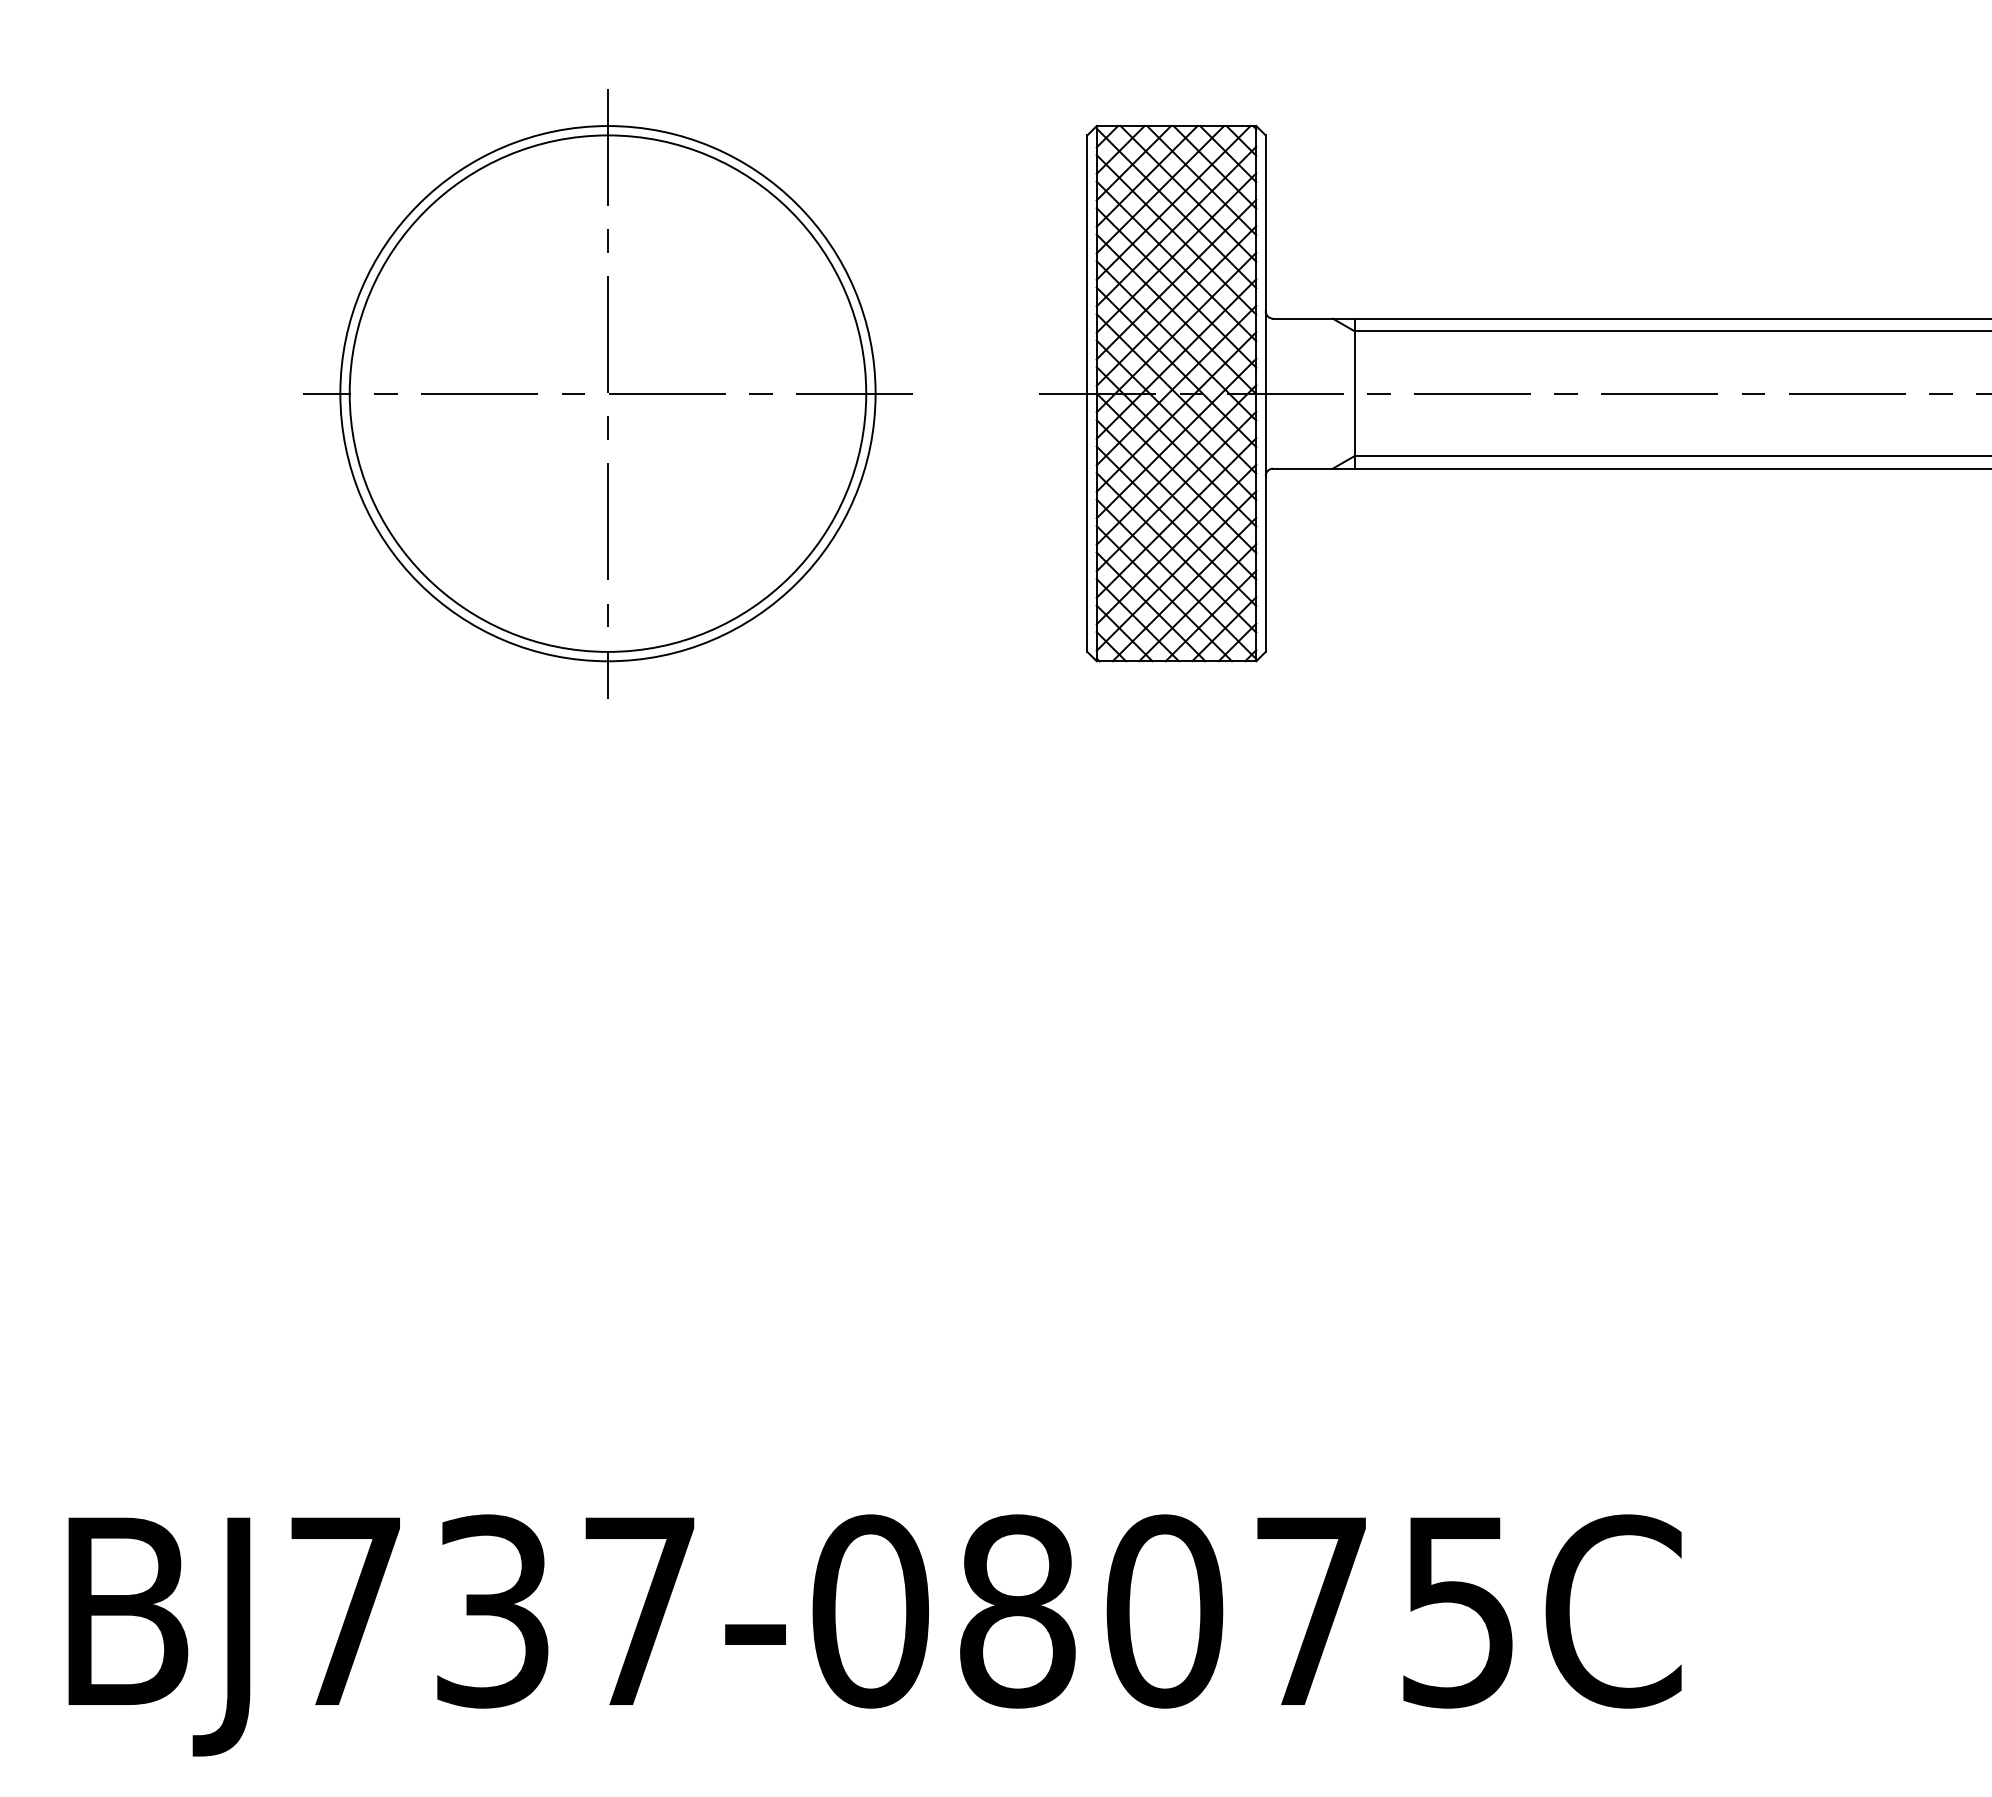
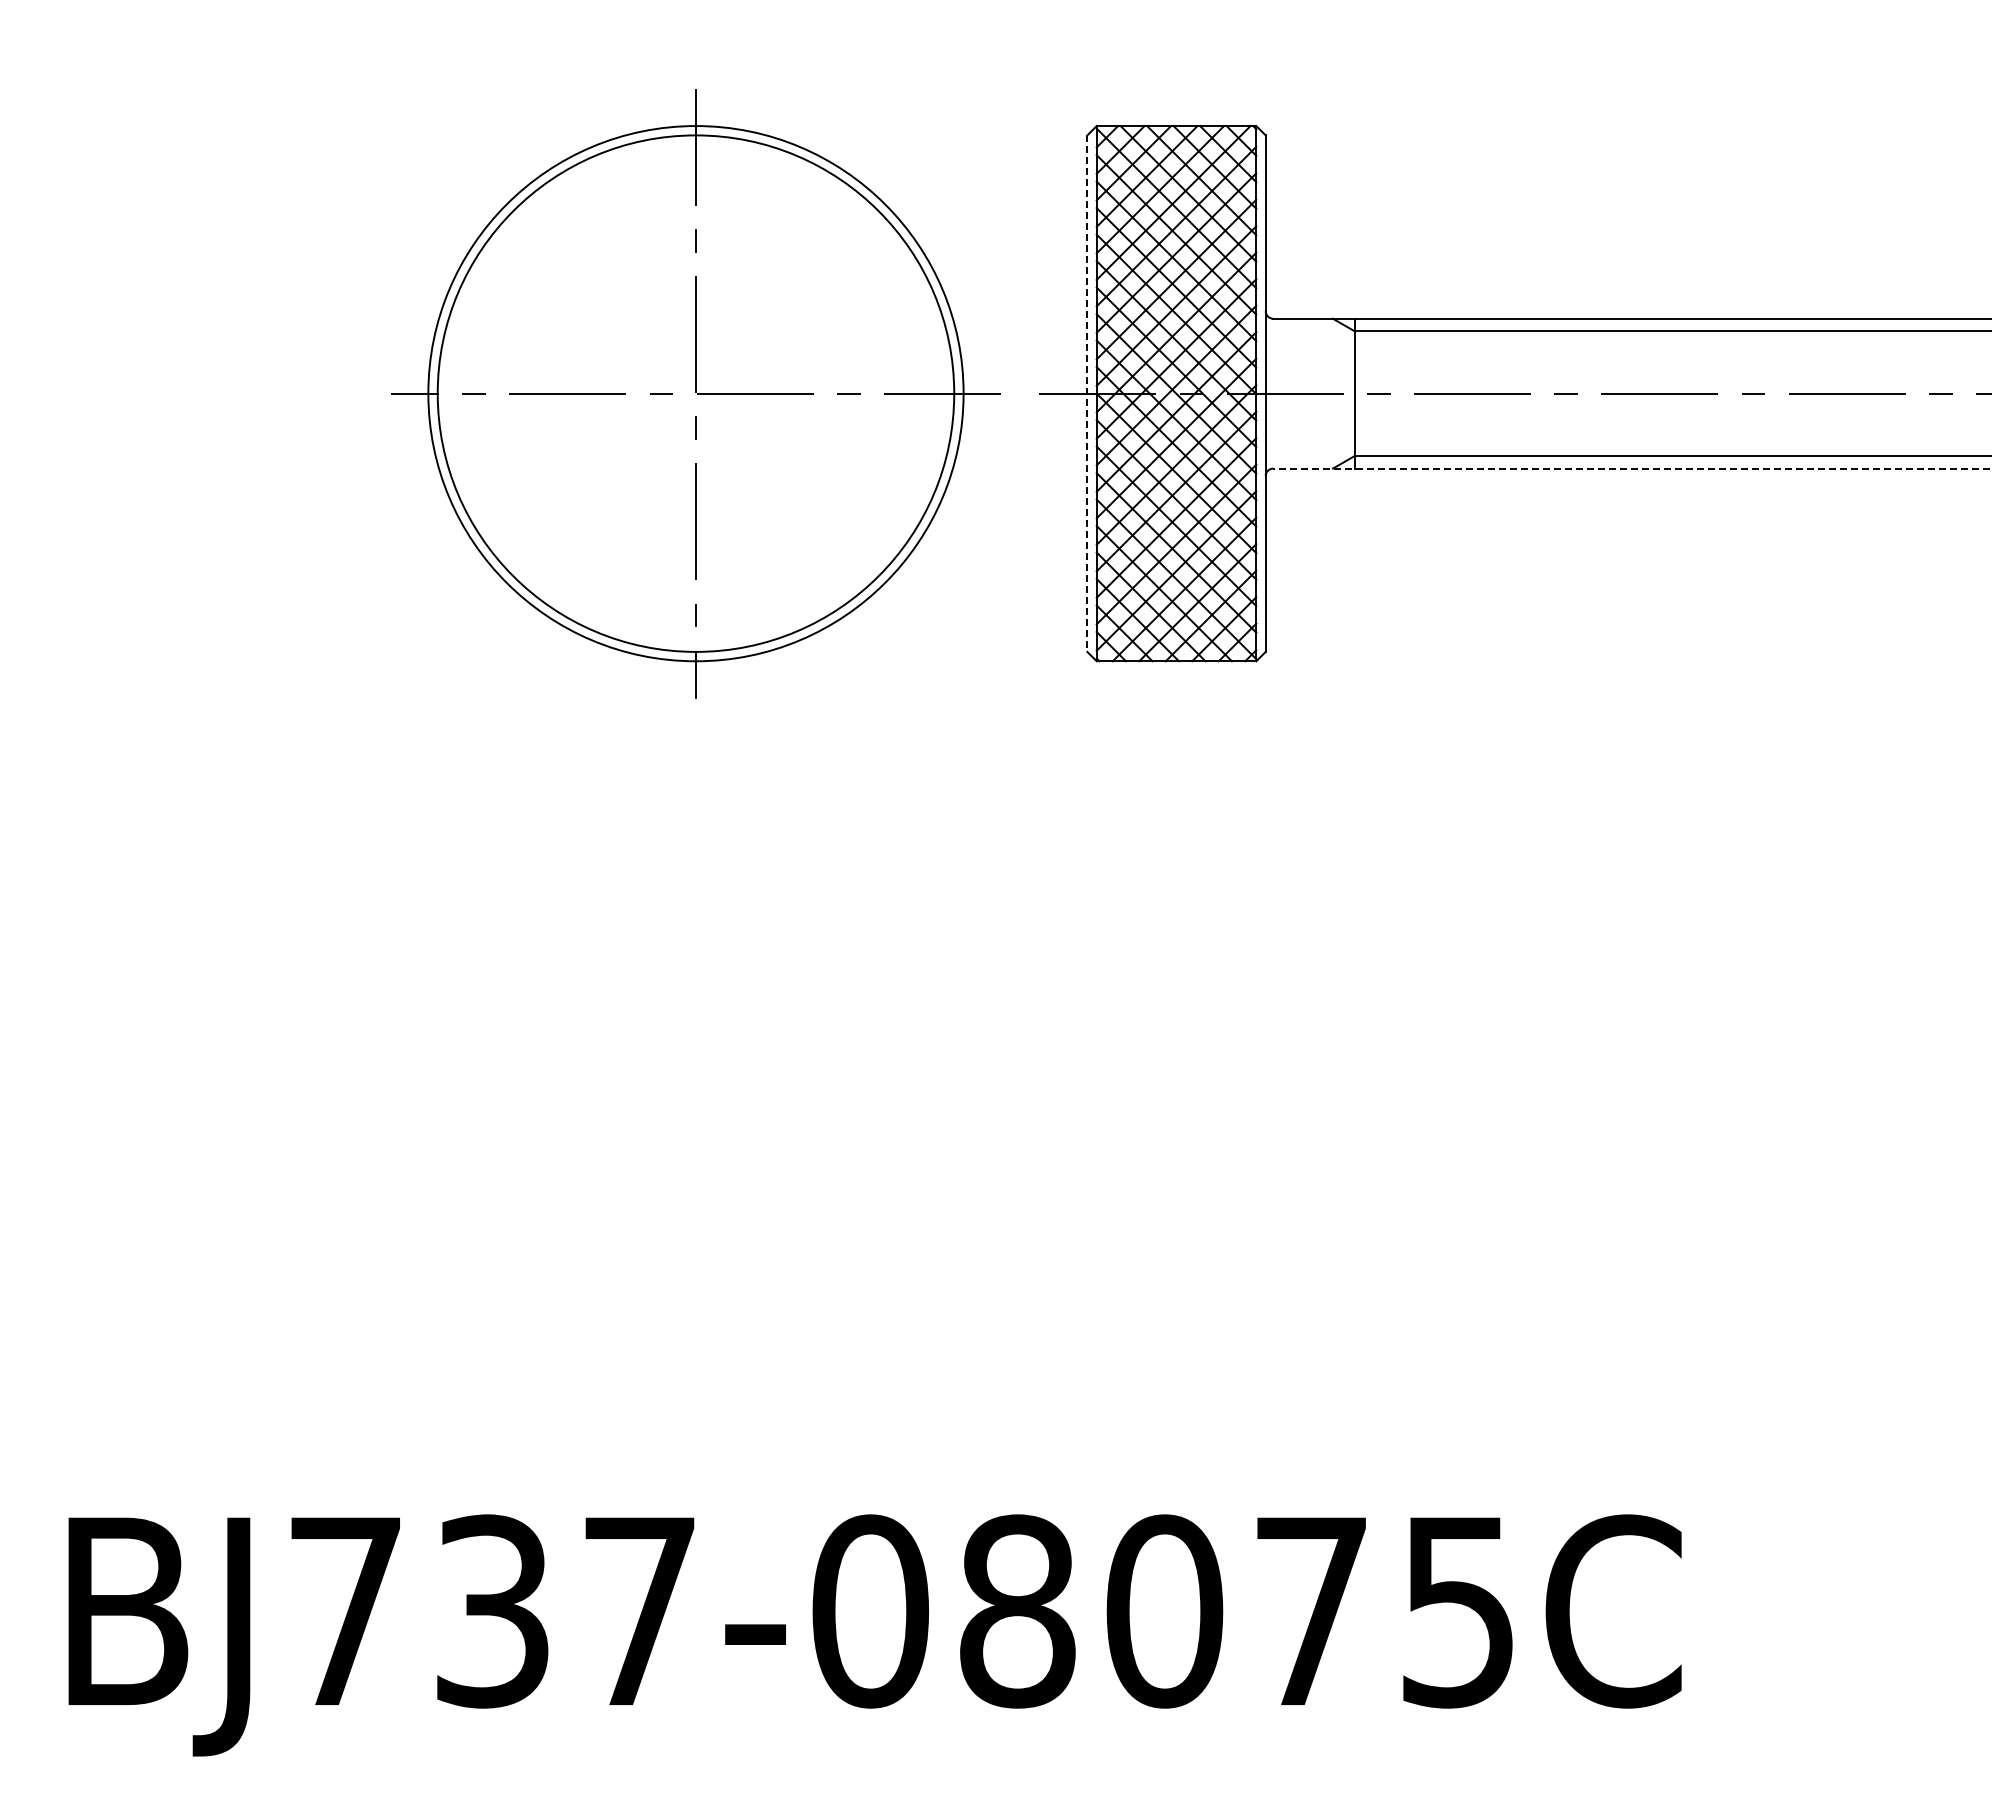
part at (607, 393) position: (607, 393) -> (695, 393)
line at (1087, 394): solid -> dashed
line at (1632, 468): solid -> dashed
